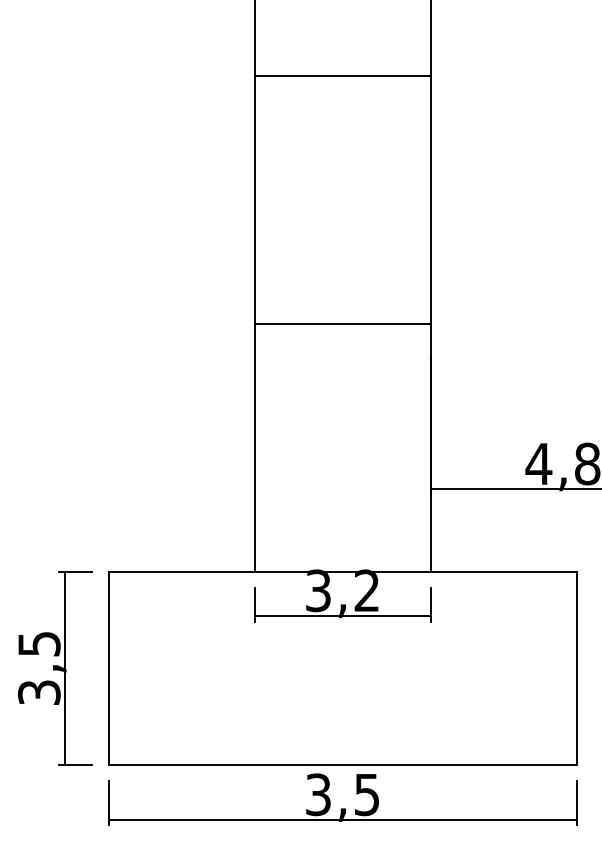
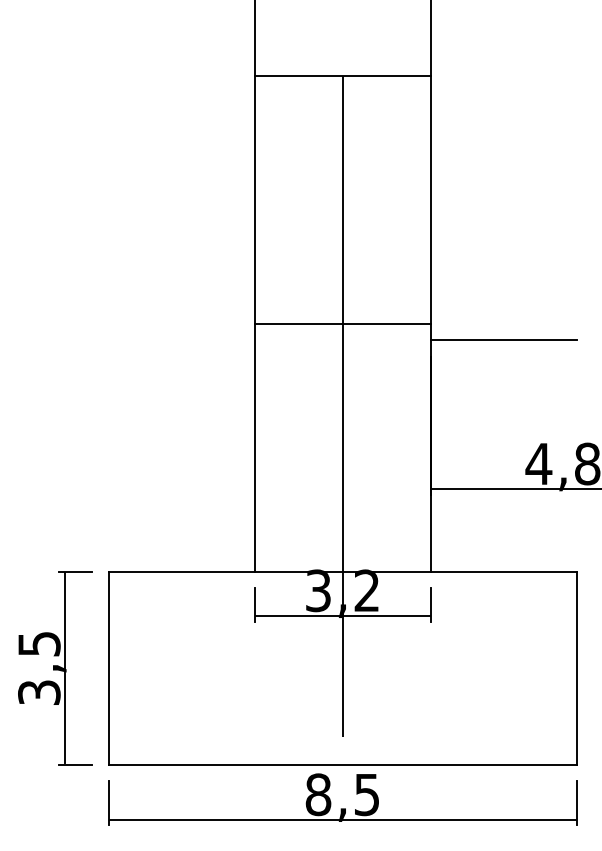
line at (504, 340): none -> present
line at (342, 369): none -> present
text at (318, 794): 3,5 -> 8,5
